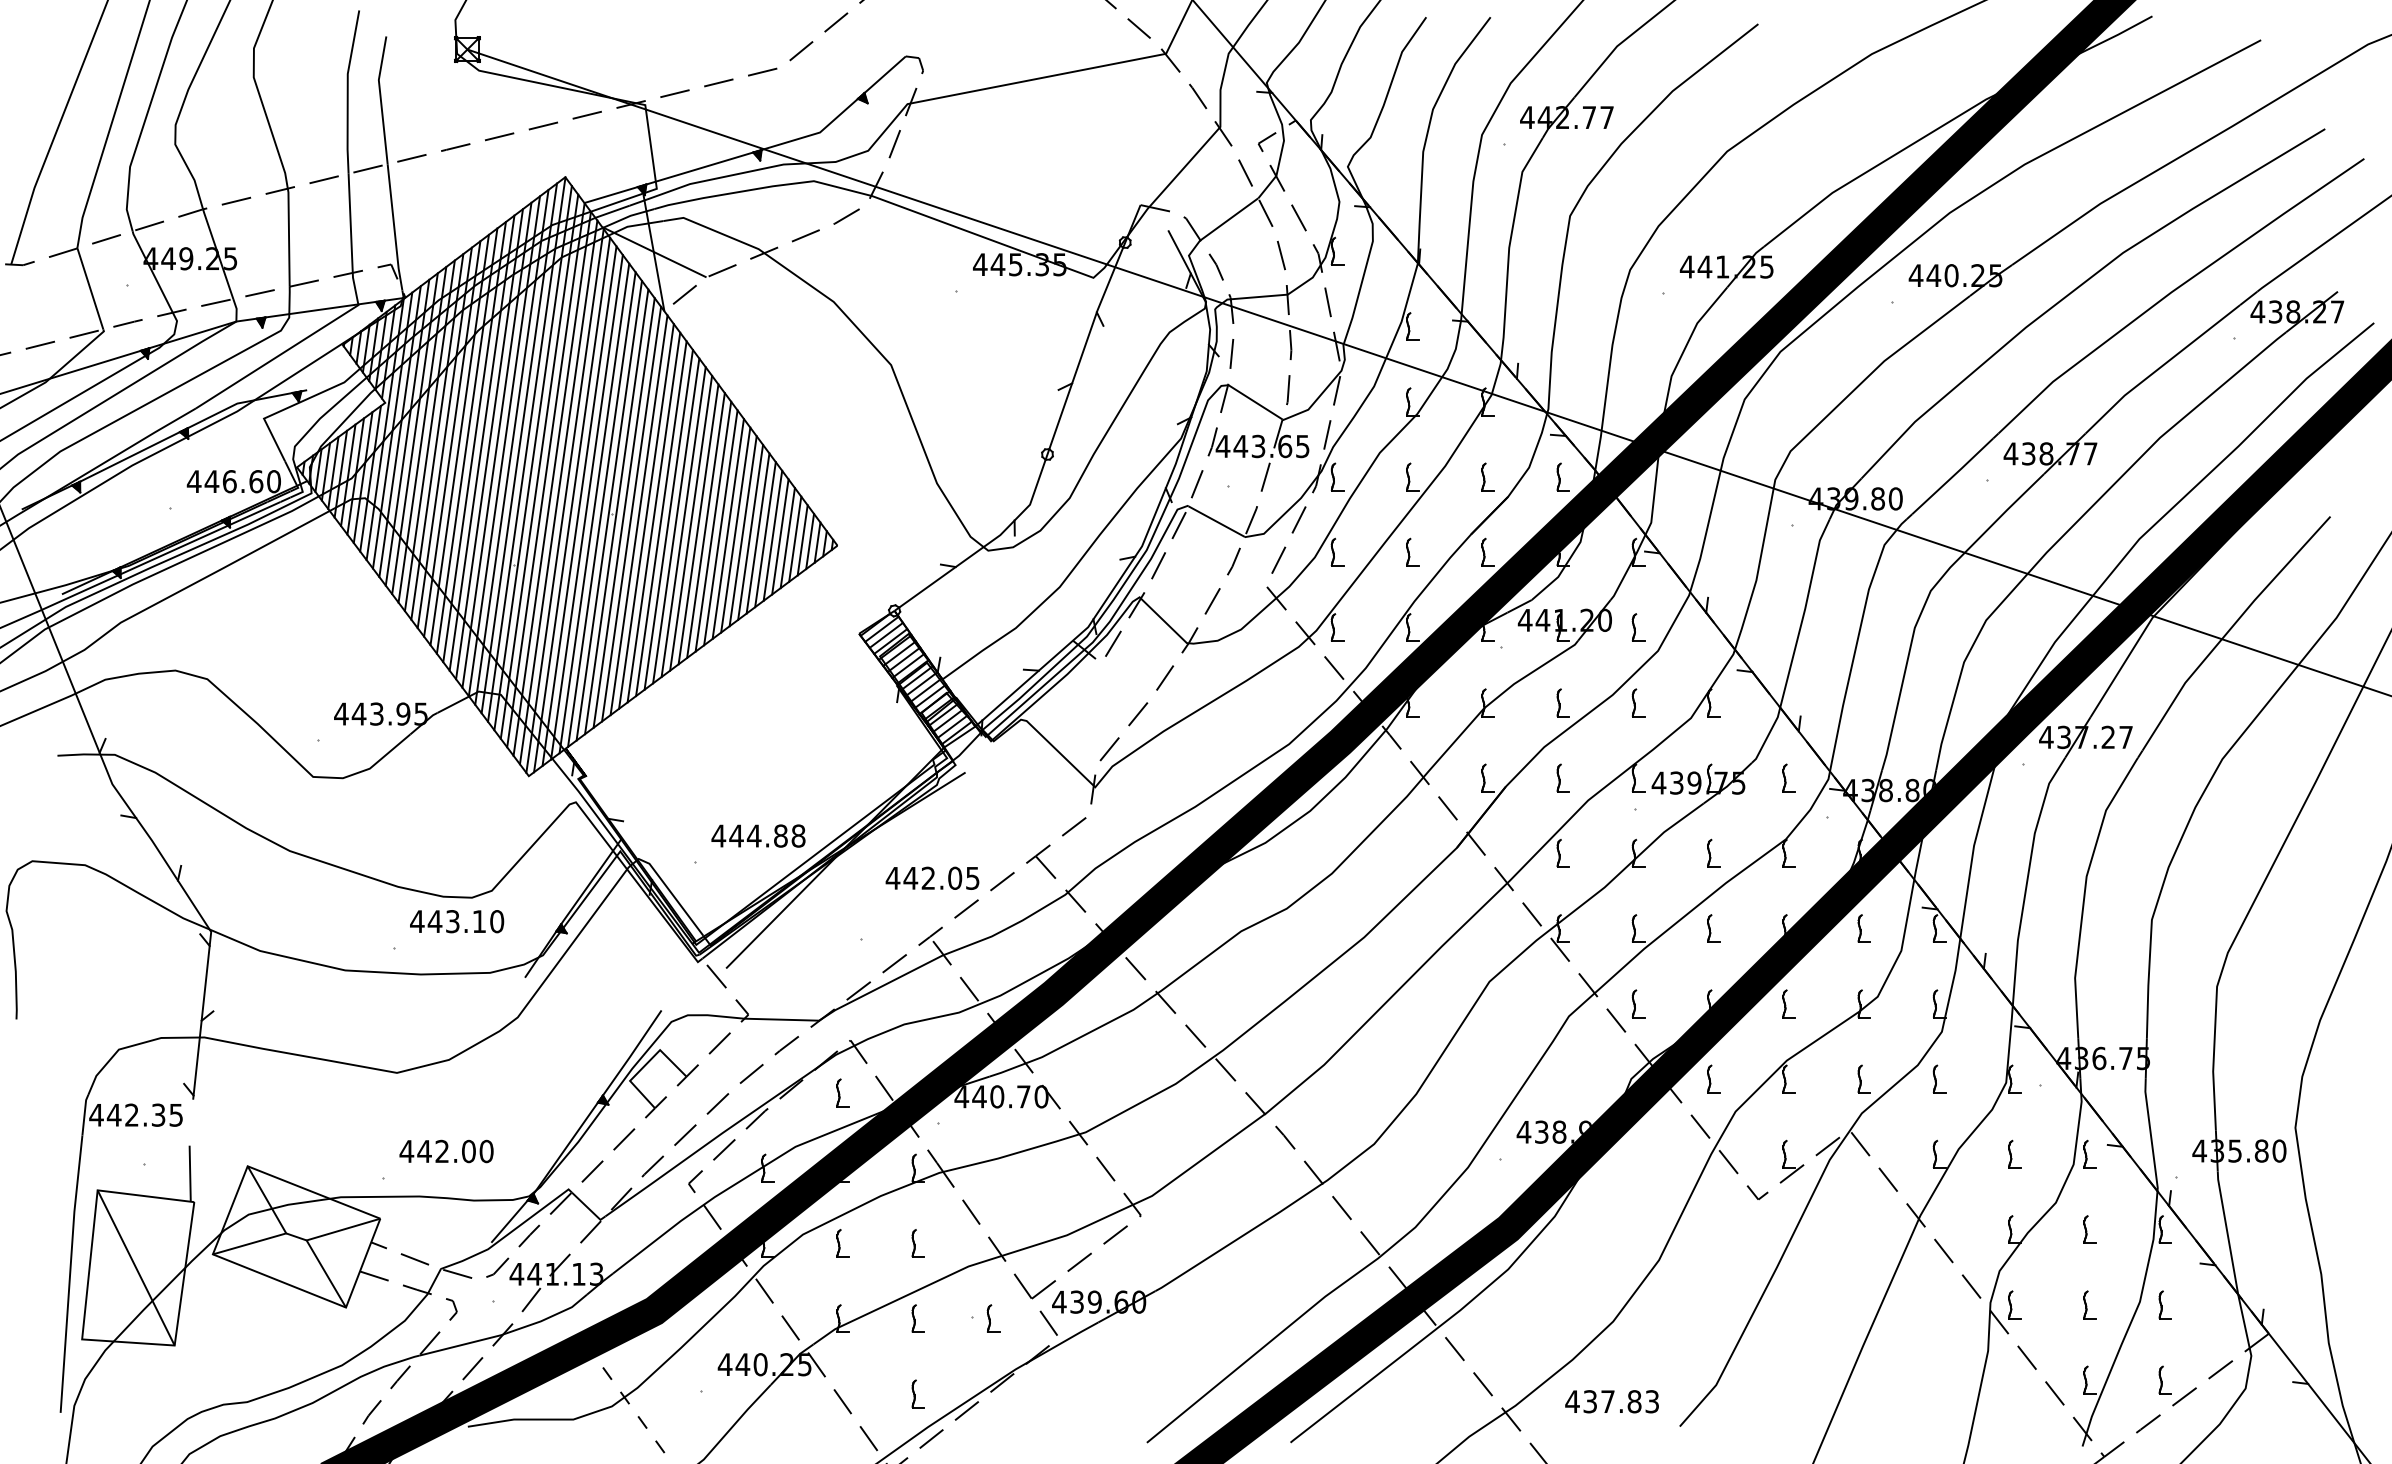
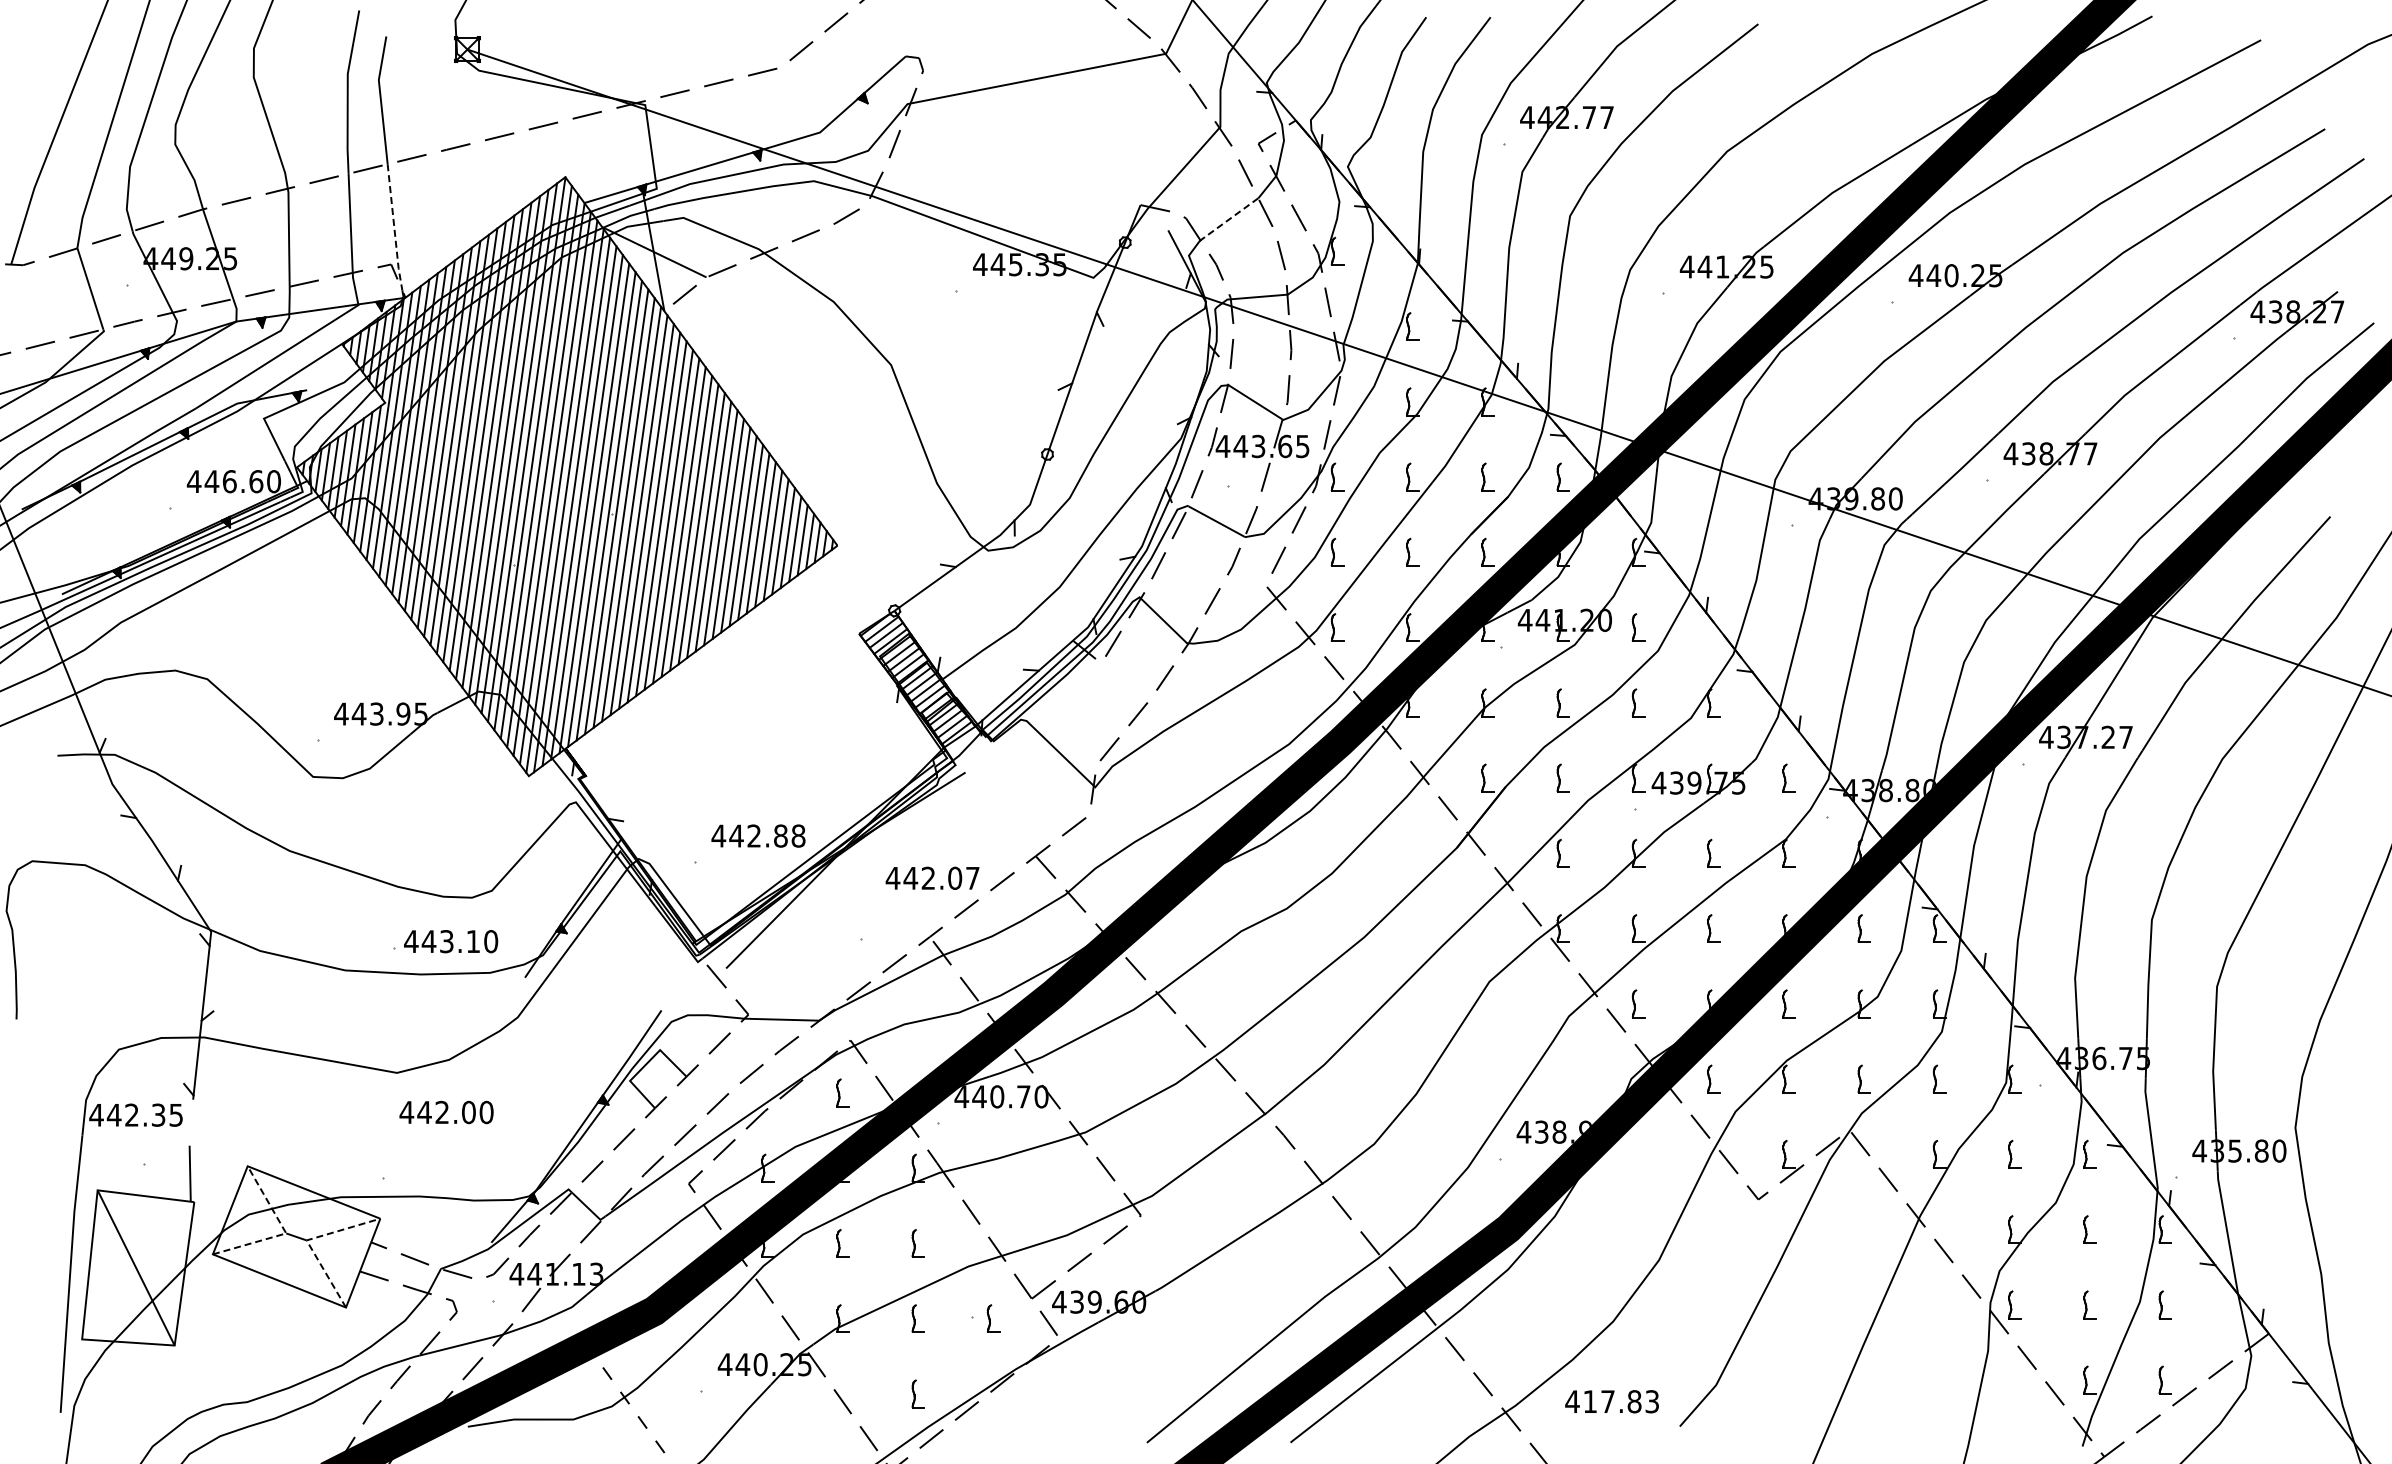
line at (1229, 219): solid -> dashed
line at (394, 228): solid -> dashed
text at (753, 835): 444.88 -> 442.88
text at (972, 878): 442.05 -> 442.07
text at (457, 921) position: (457, 921) -> (451, 941)
text at (446, 1151) position: (446, 1151) -> (446, 1112)
line at (286, 1233): solid -> dashed
line at (306, 1240): solid -> dashed
text at (1589, 1401): 437.83 -> 417.83
